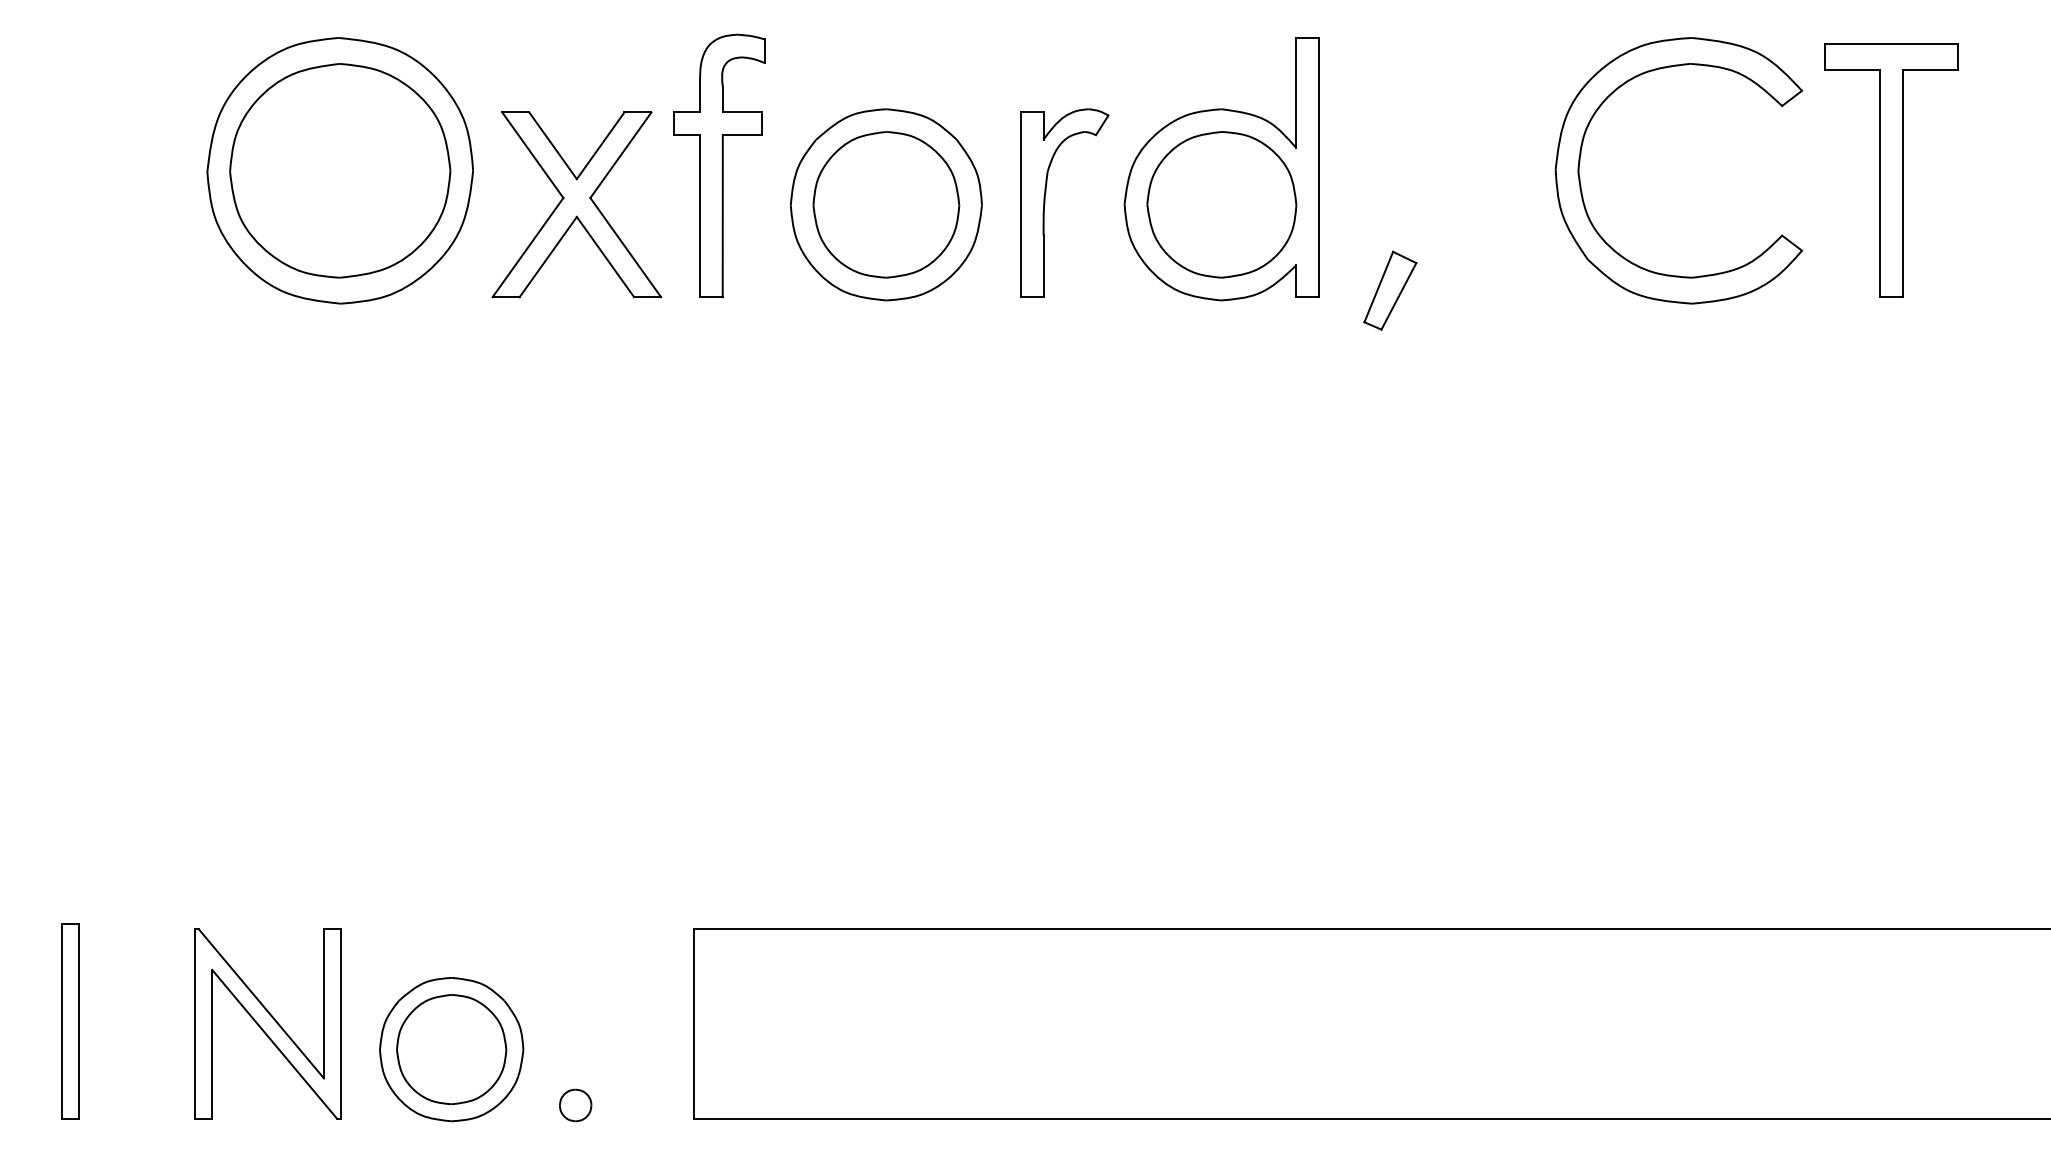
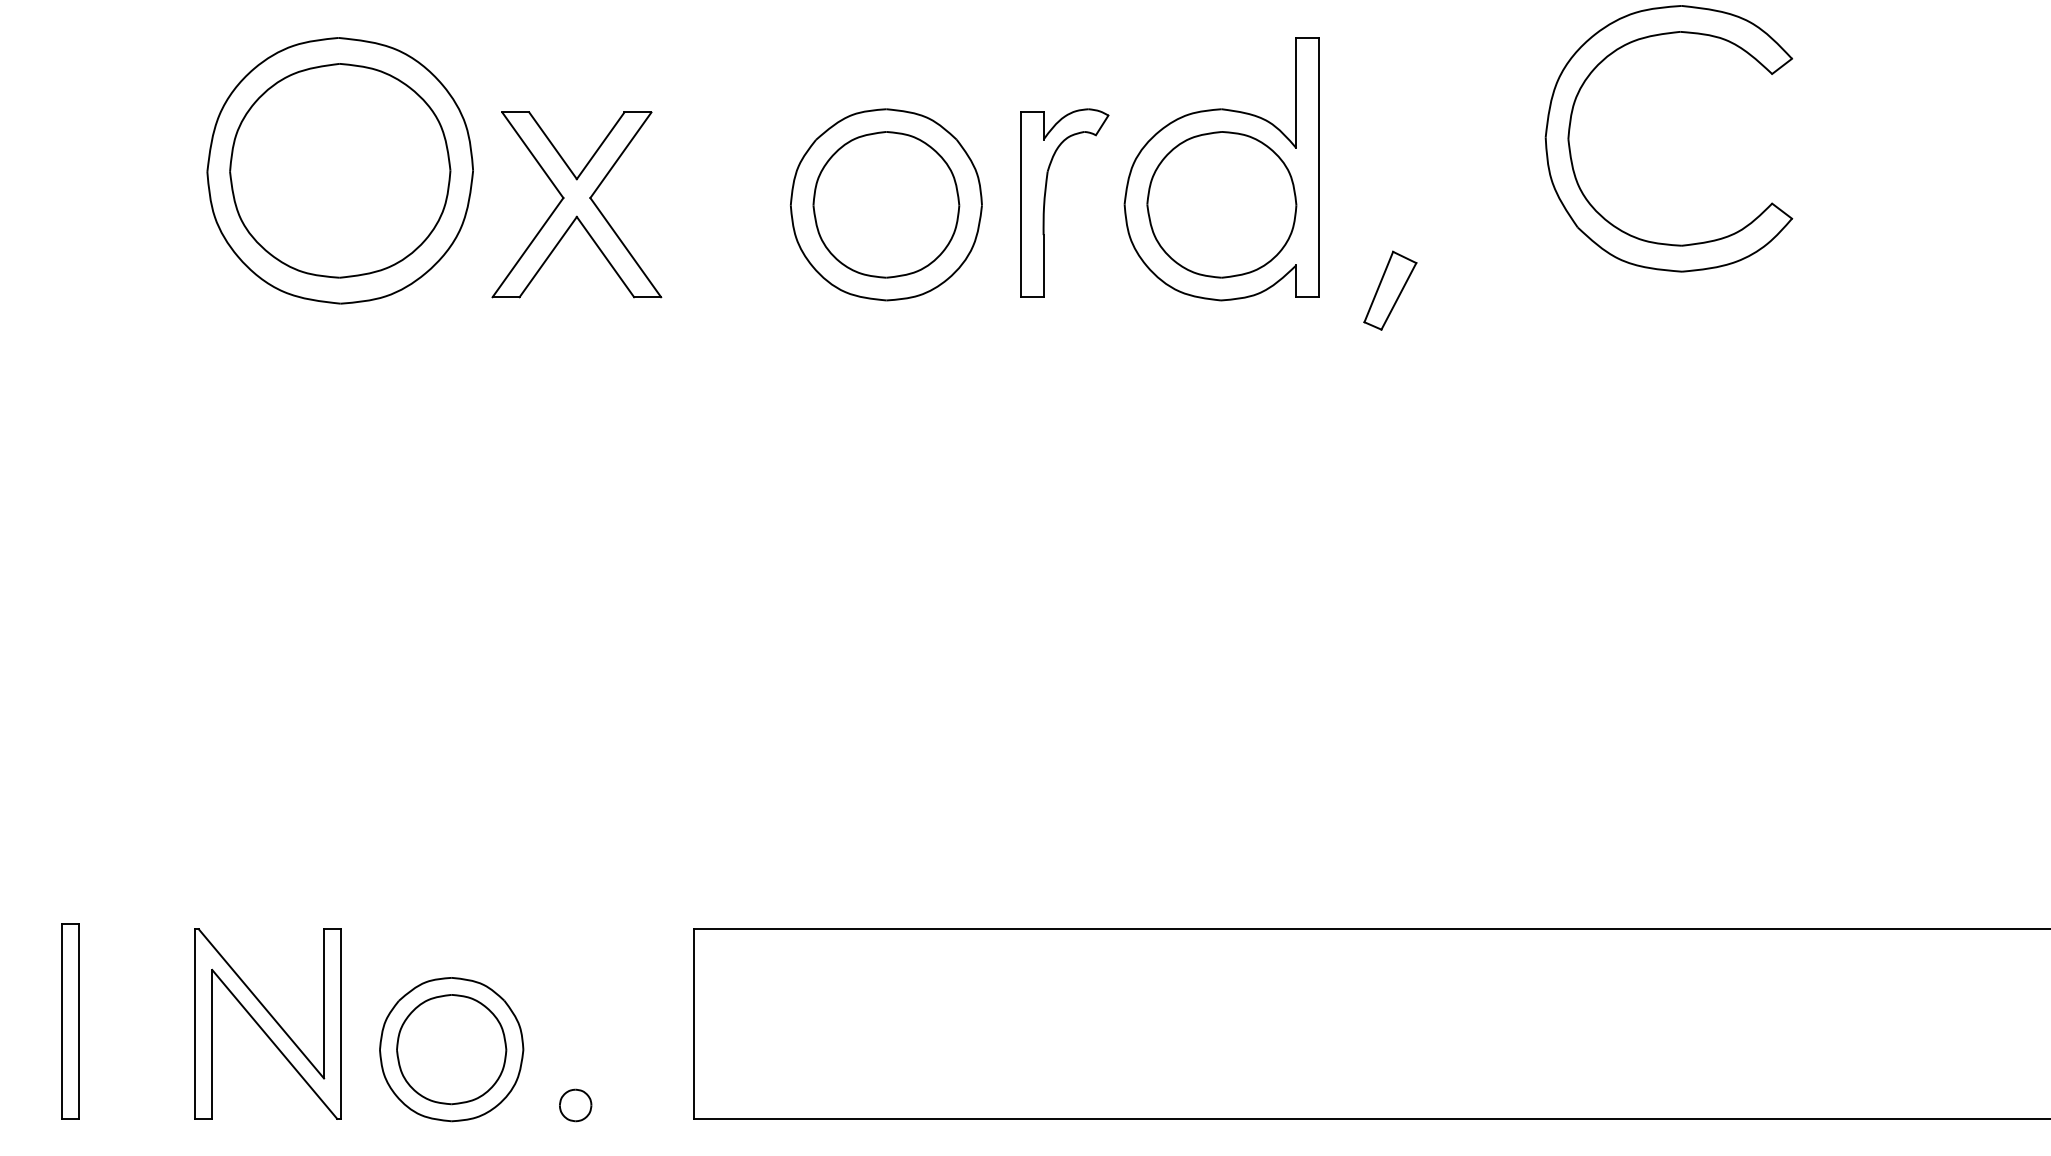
part at (719, 165): present -> none
part at (1891, 170): present -> none
part at (1581, 185) position: (1581, 185) -> (1571, 153)
